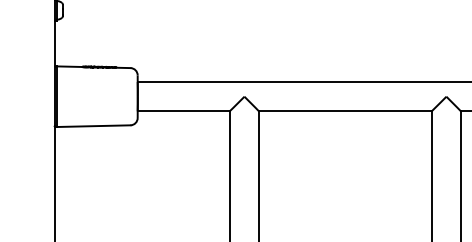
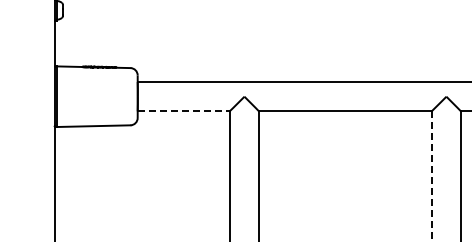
line at (183, 111): solid -> dashed
line at (431, 176): solid -> dashed
